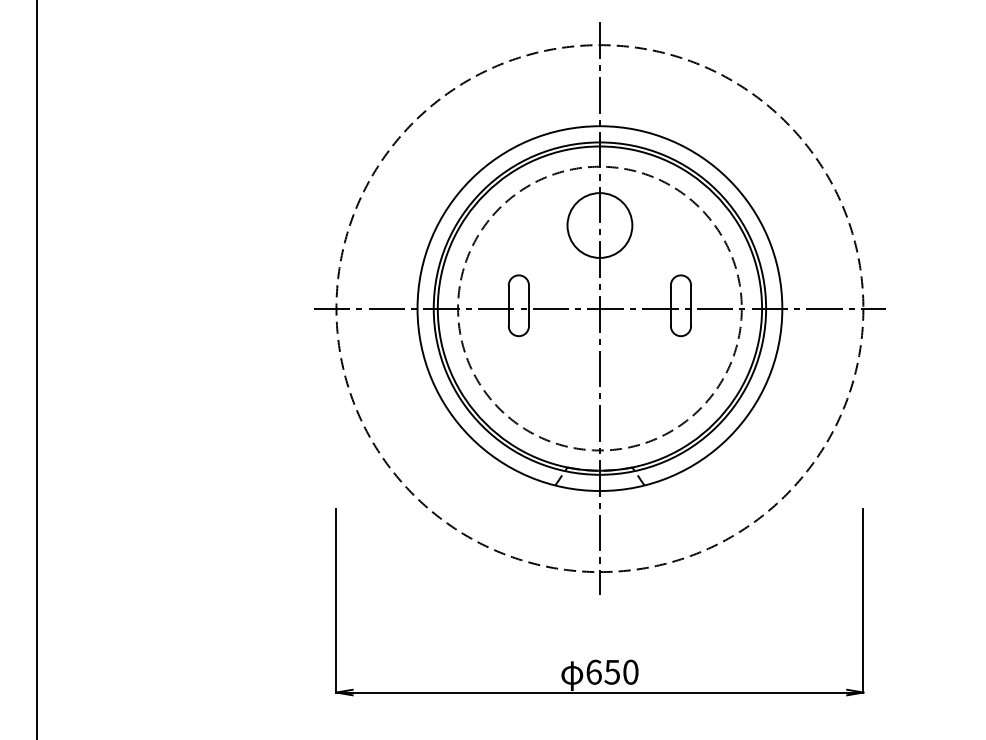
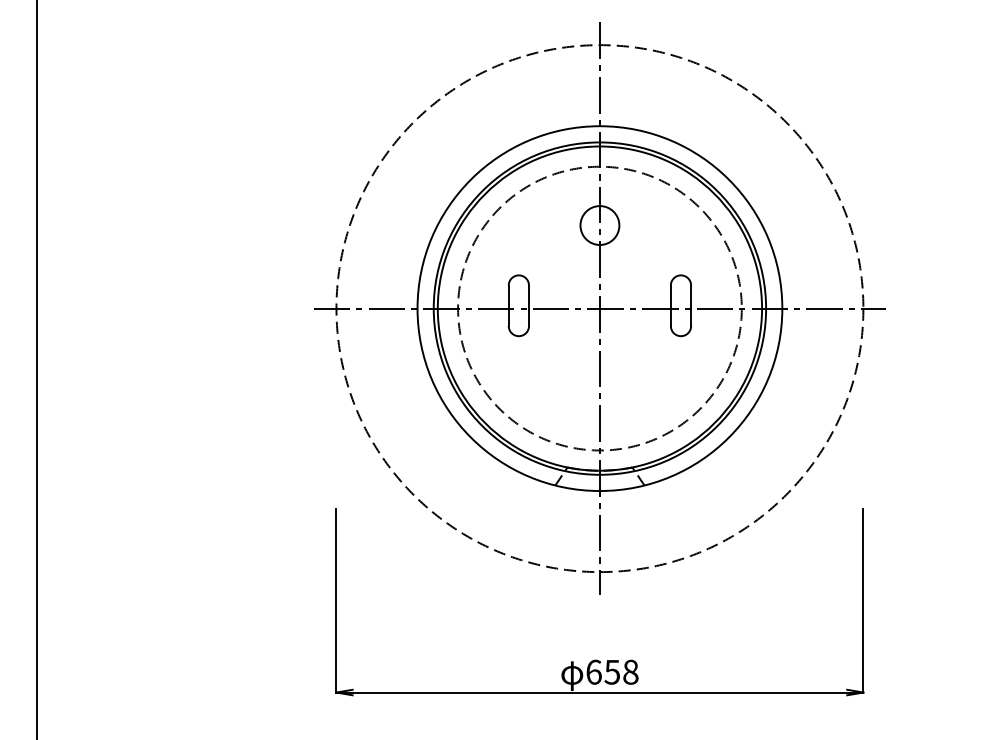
circle at (599, 225) diameter: 65 px -> 39 px
text at (630, 672): 650 -> 658
